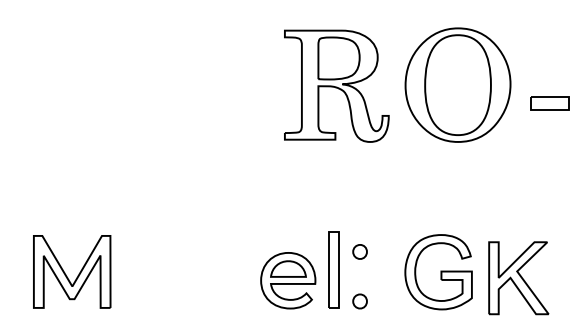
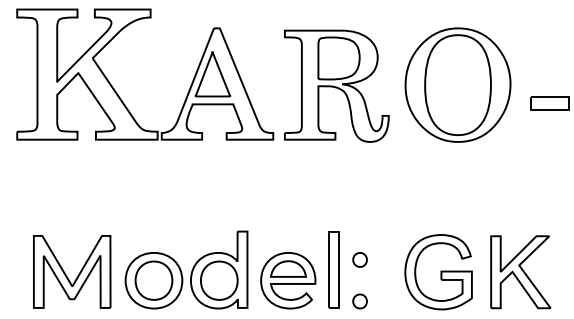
part at (118, 94): none -> present
part at (359, 251) position: (359, 251) -> (359, 259)
part at (186, 269): none -> present
part at (518, 278) position: (518, 278) -> (520, 272)
